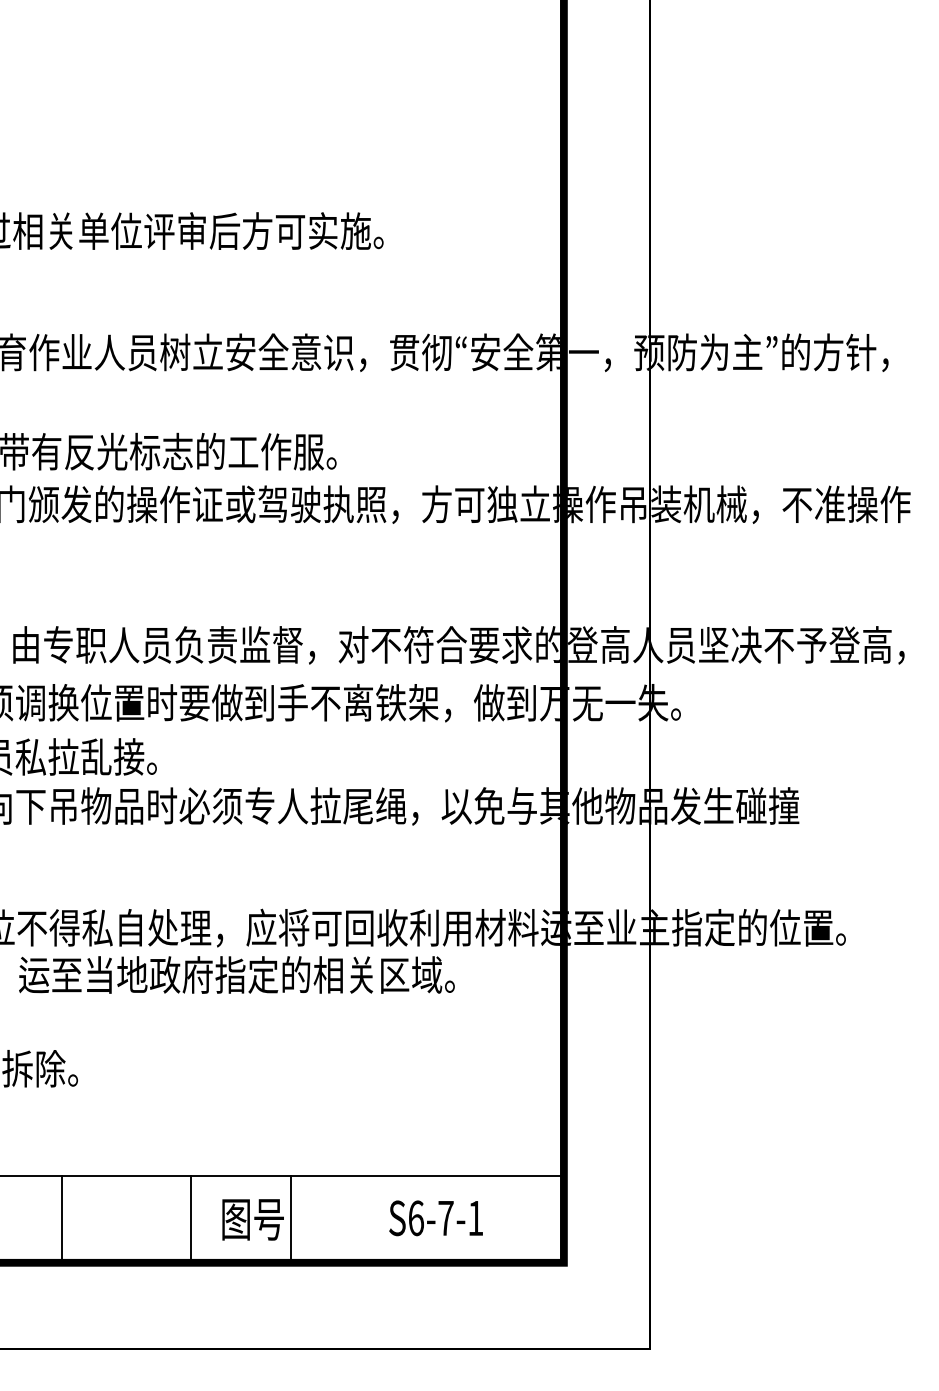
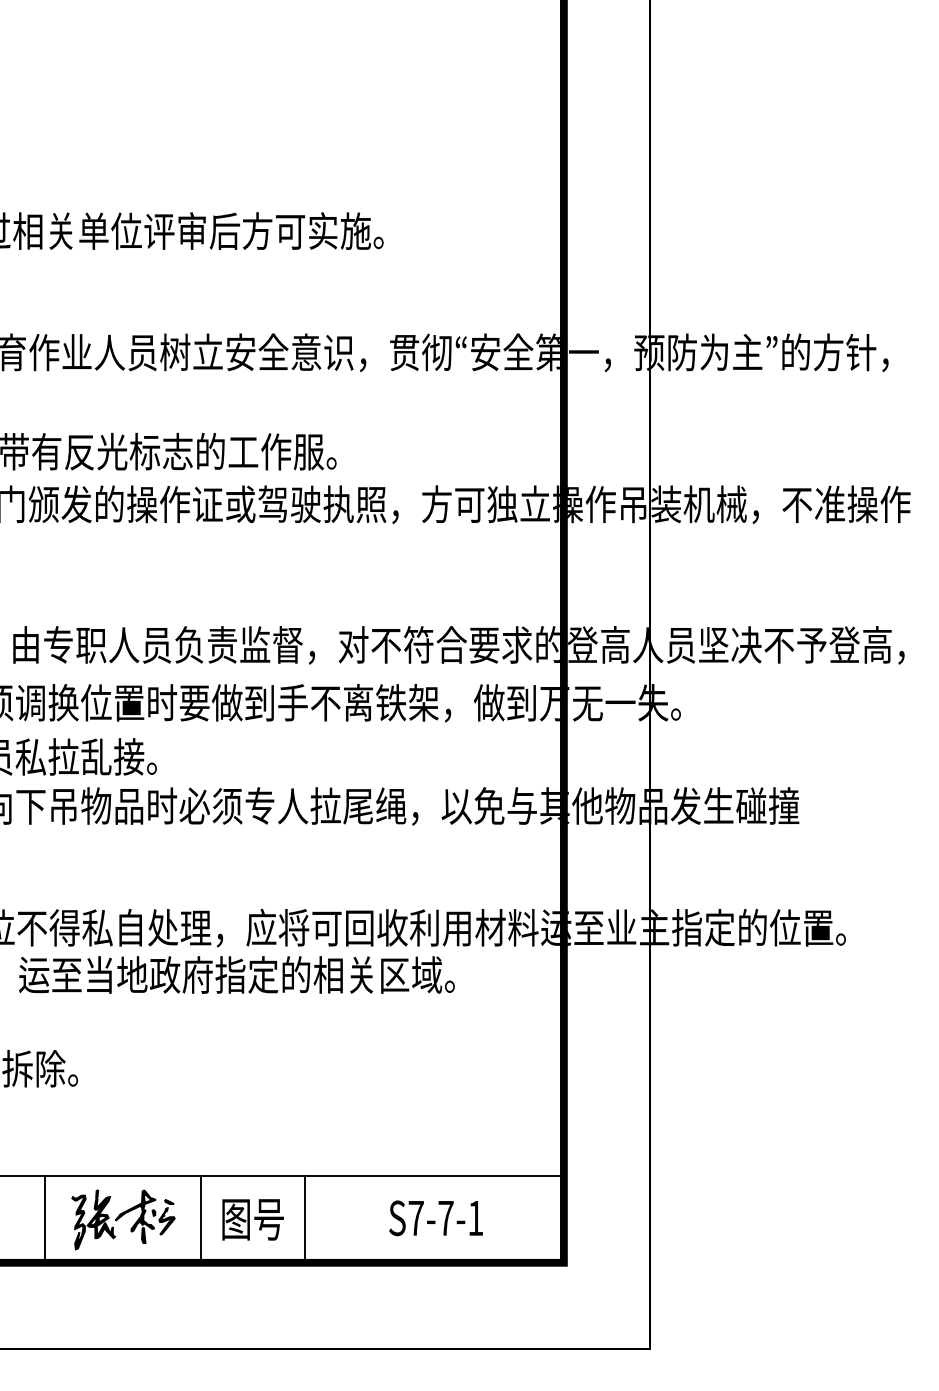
text at (415, 1218): S6-7-1 -> S7-7-1
line at (62, 1219) position: (62, 1219) -> (45, 1219)
part at (123, 1219): none -> present
line at (190, 1219) position: (190, 1219) -> (200, 1219)
line at (290, 1219) position: (290, 1219) -> (304, 1219)
